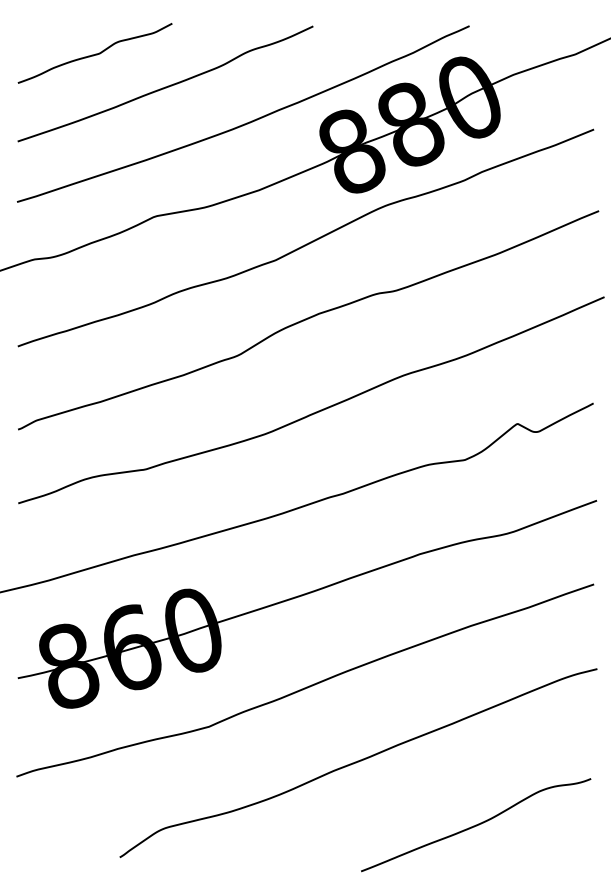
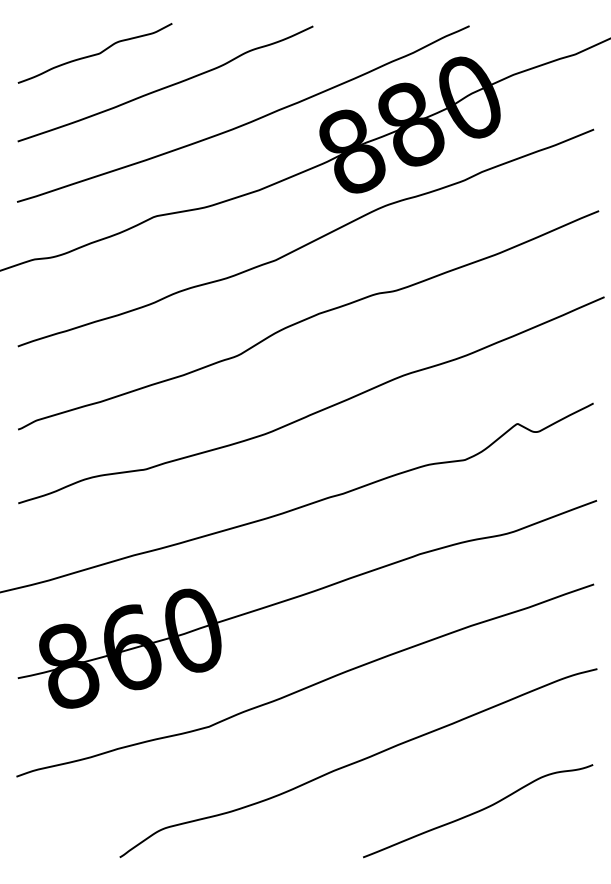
curve at (476, 825) position: (476, 825) -> (478, 811)
